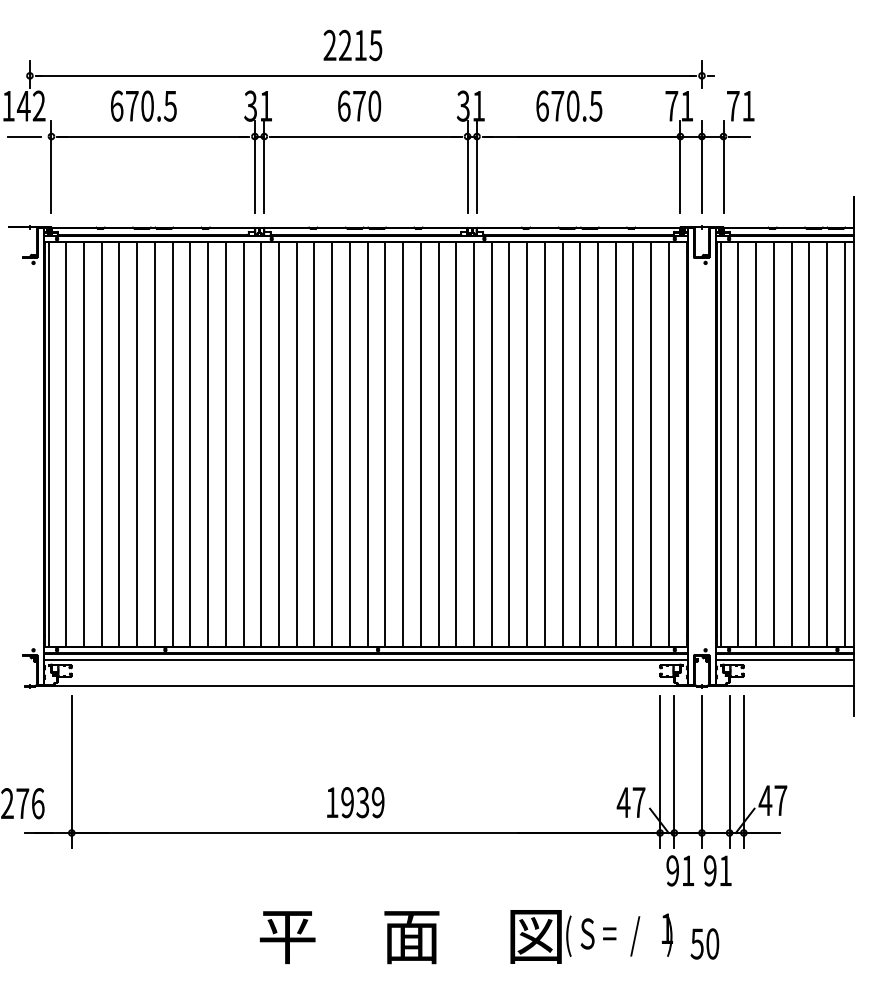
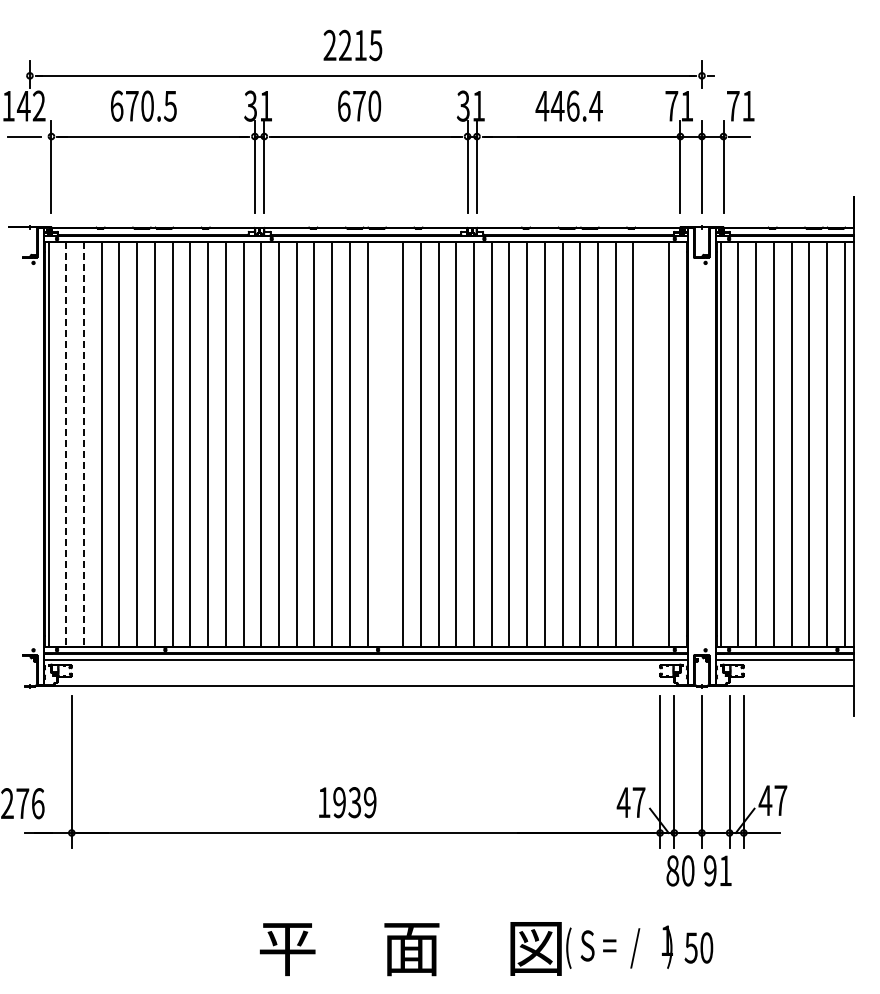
text at (568, 105): 670.5 -> 446.4
line at (66, 444): solid -> dashed
line at (83, 444): solid -> dashed
line at (385, 444): present -> none
line at (651, 444): present -> none
text at (355, 802) position: (355, 802) -> (347, 802)
text at (680, 870): 91 -> 80
text at (465, 937) position: (465, 937) -> (465, 949)
text at (704, 943) position: (704, 943) -> (698, 947)
